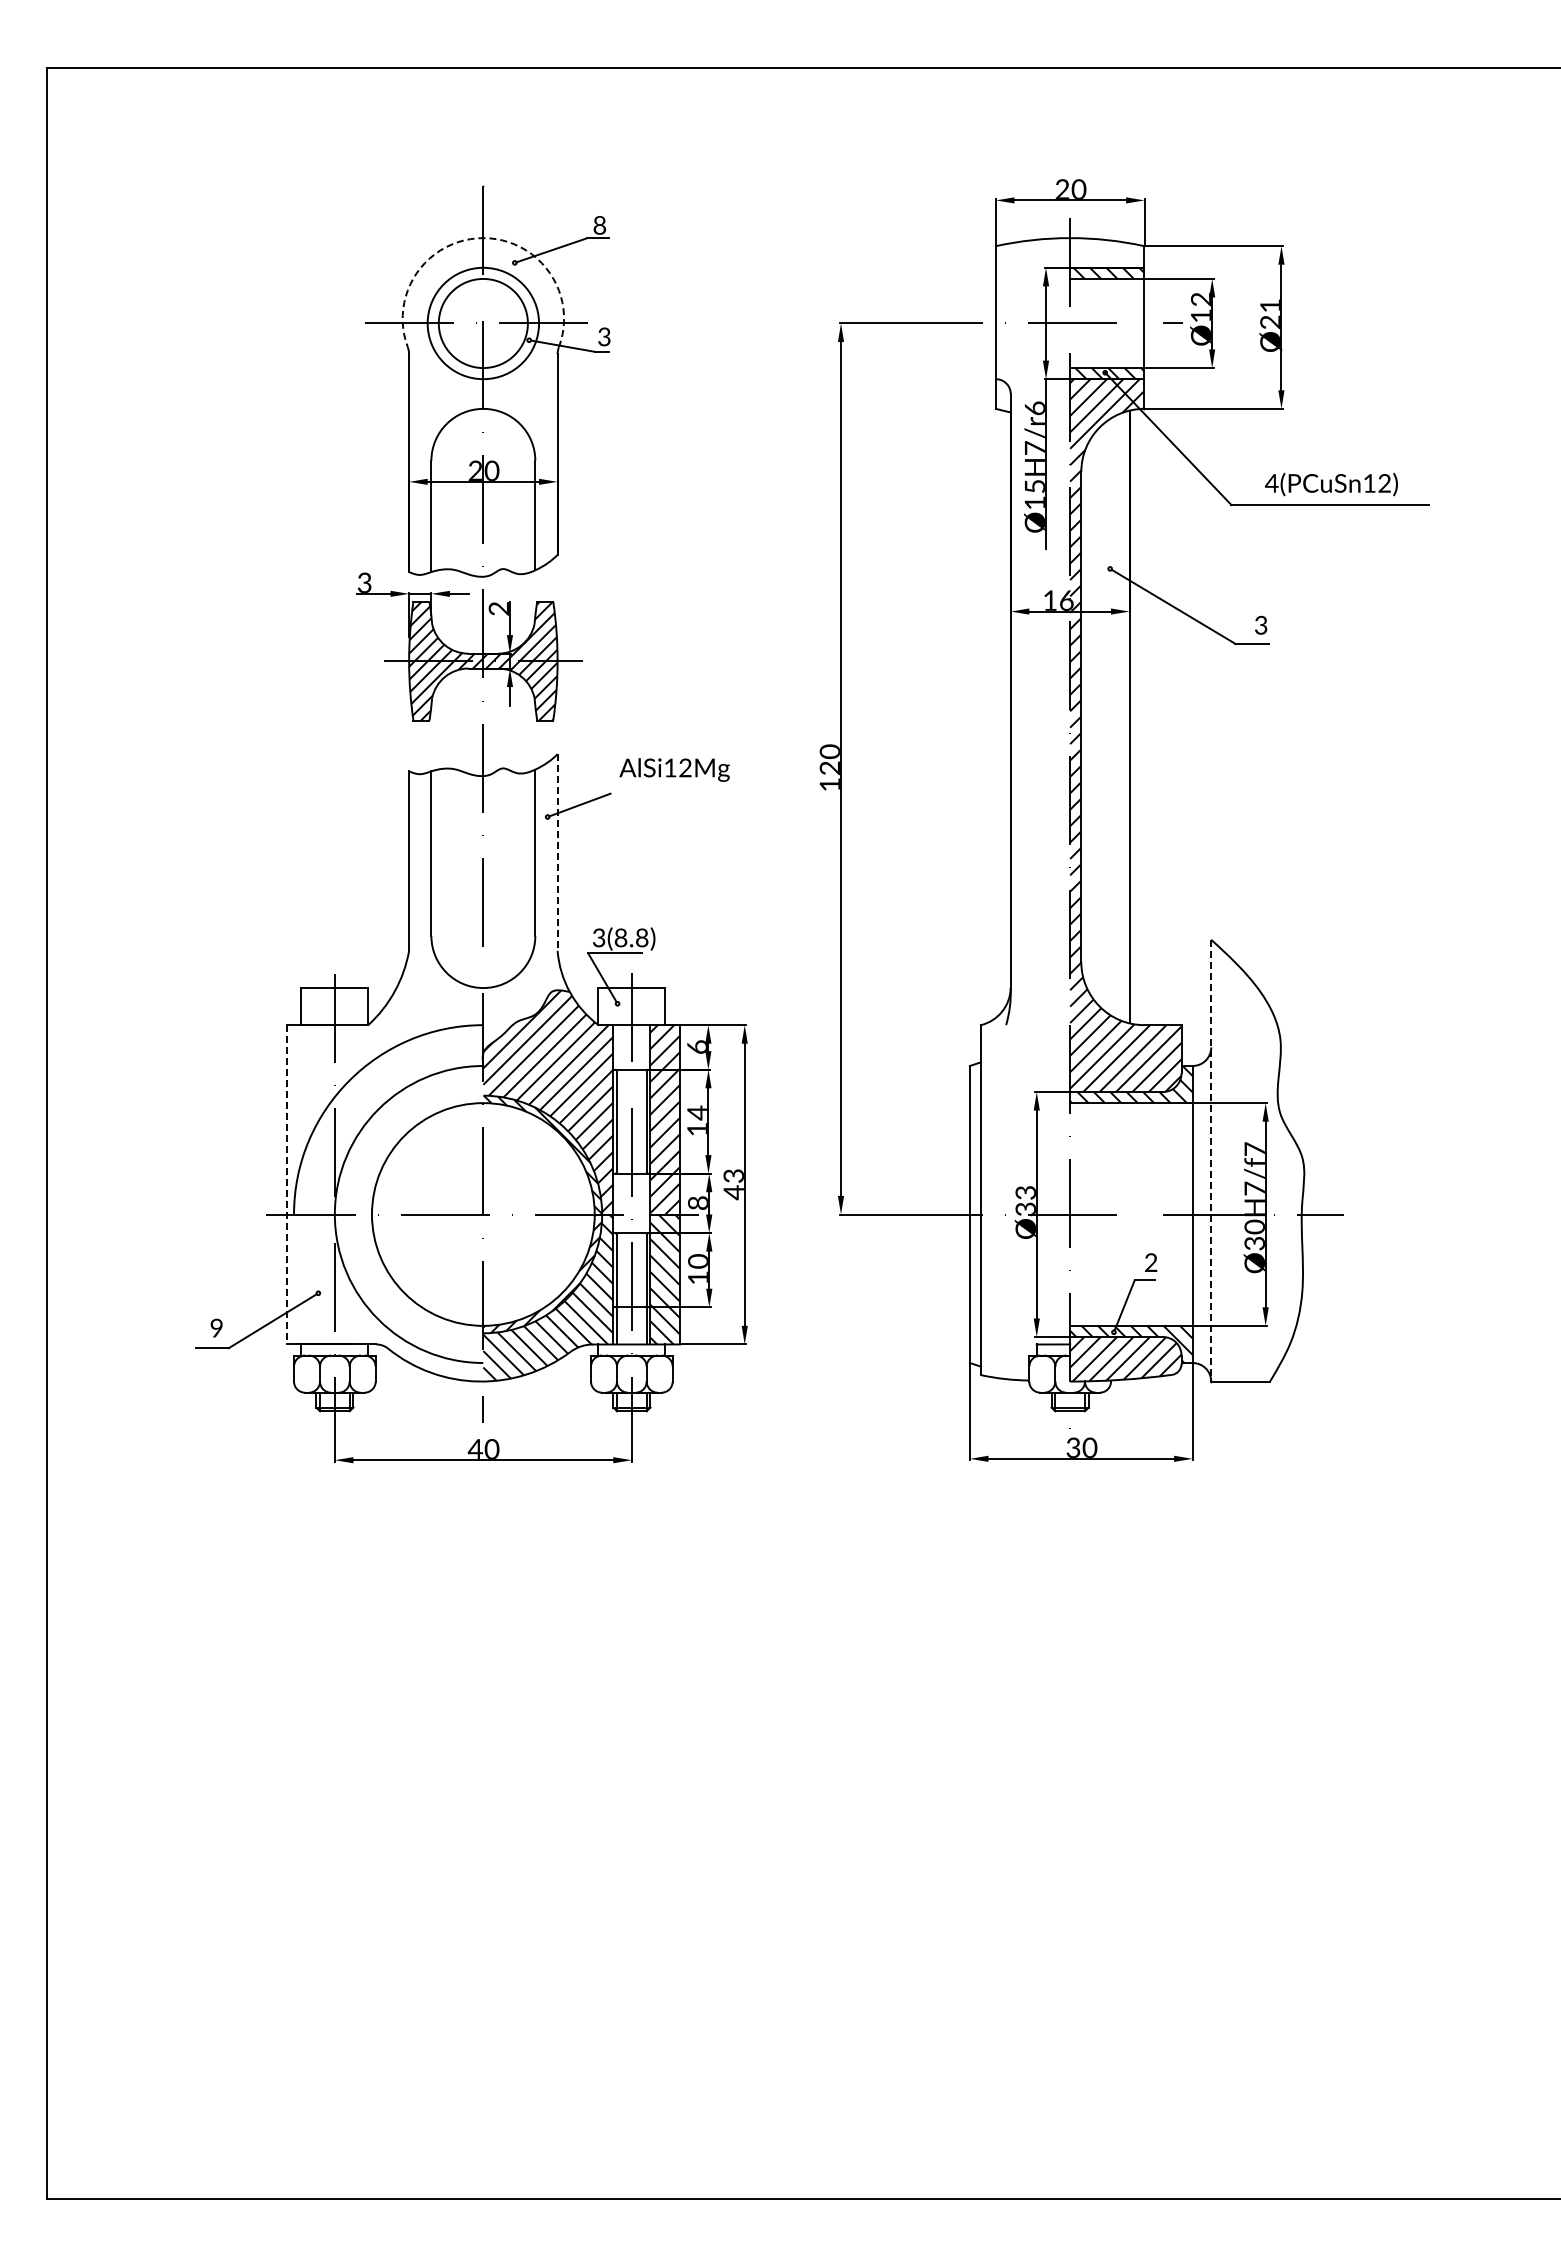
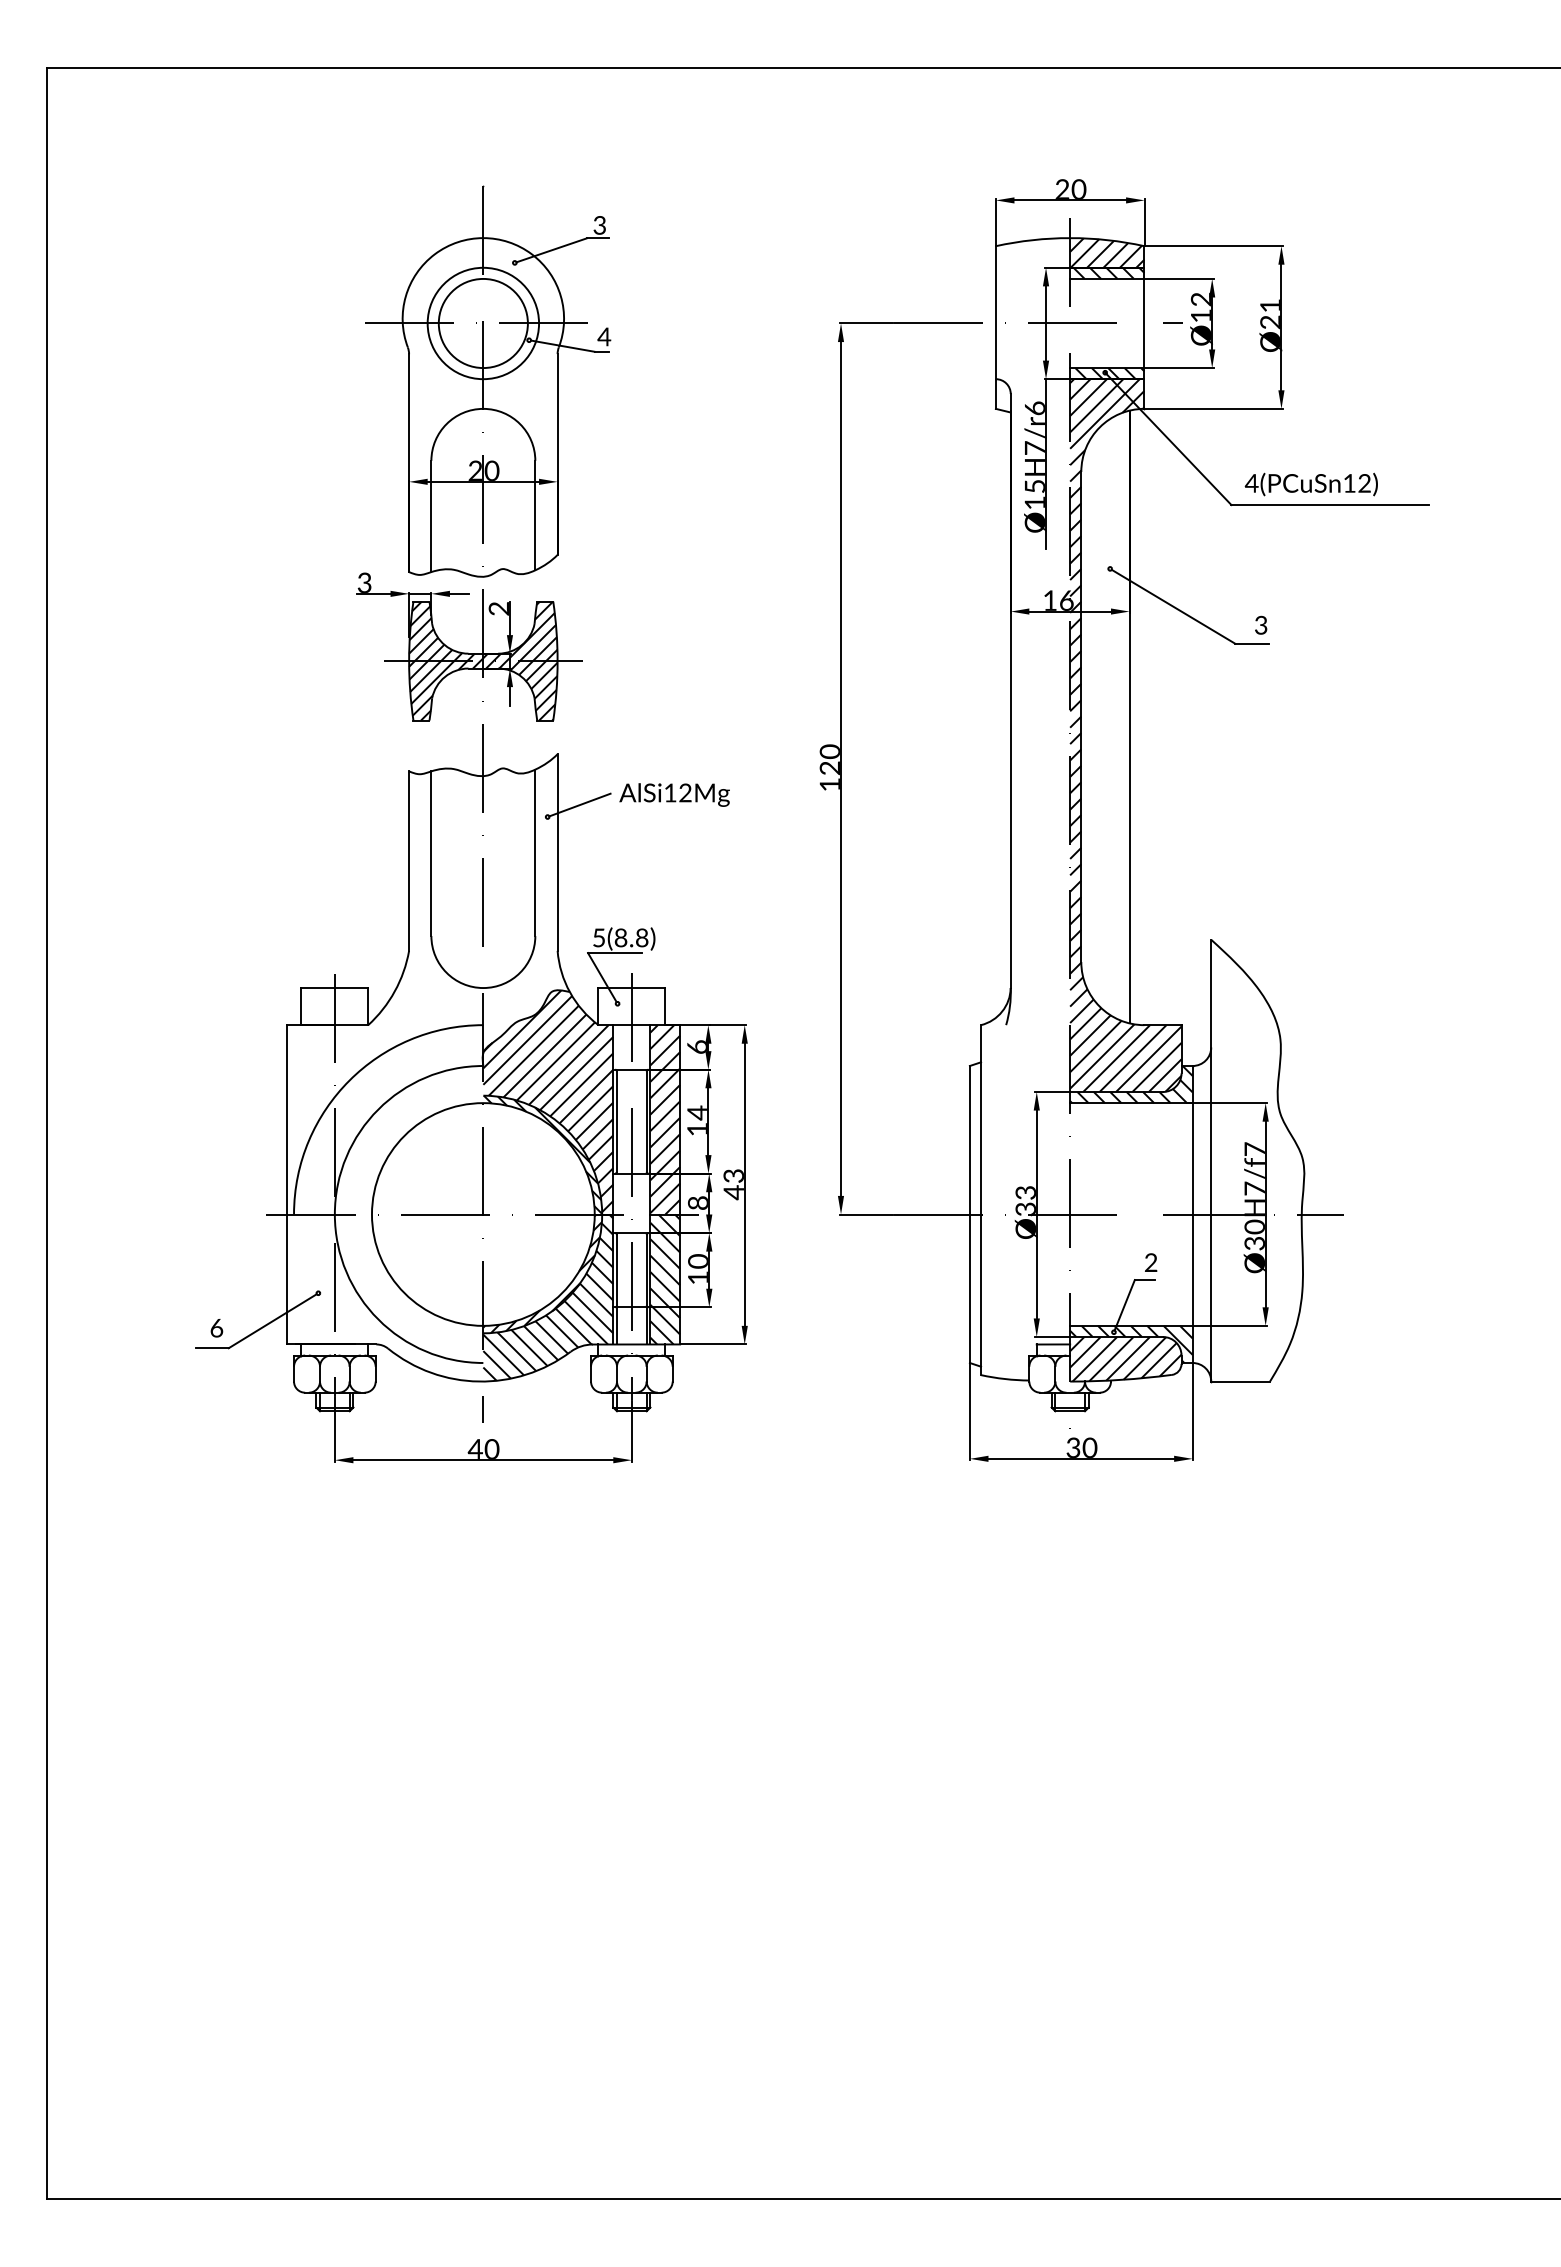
text at (599, 225): 8 -> 3
arc at (483, 238): dashed -> solid
hatch at (1107, 252): none -> present
text at (604, 336): 3 -> 4
text at (1330, 484) position: (1330, 484) -> (1310, 484)
text at (674, 769) position: (674, 769) -> (674, 794)
line at (557, 853): dashed -> solid
text at (599, 937): 3(8.8) -> 5(8.8)
line at (1211, 1160): dashed -> solid
line at (286, 1184): dashed -> solid
text at (216, 1327): 9 -> 6
